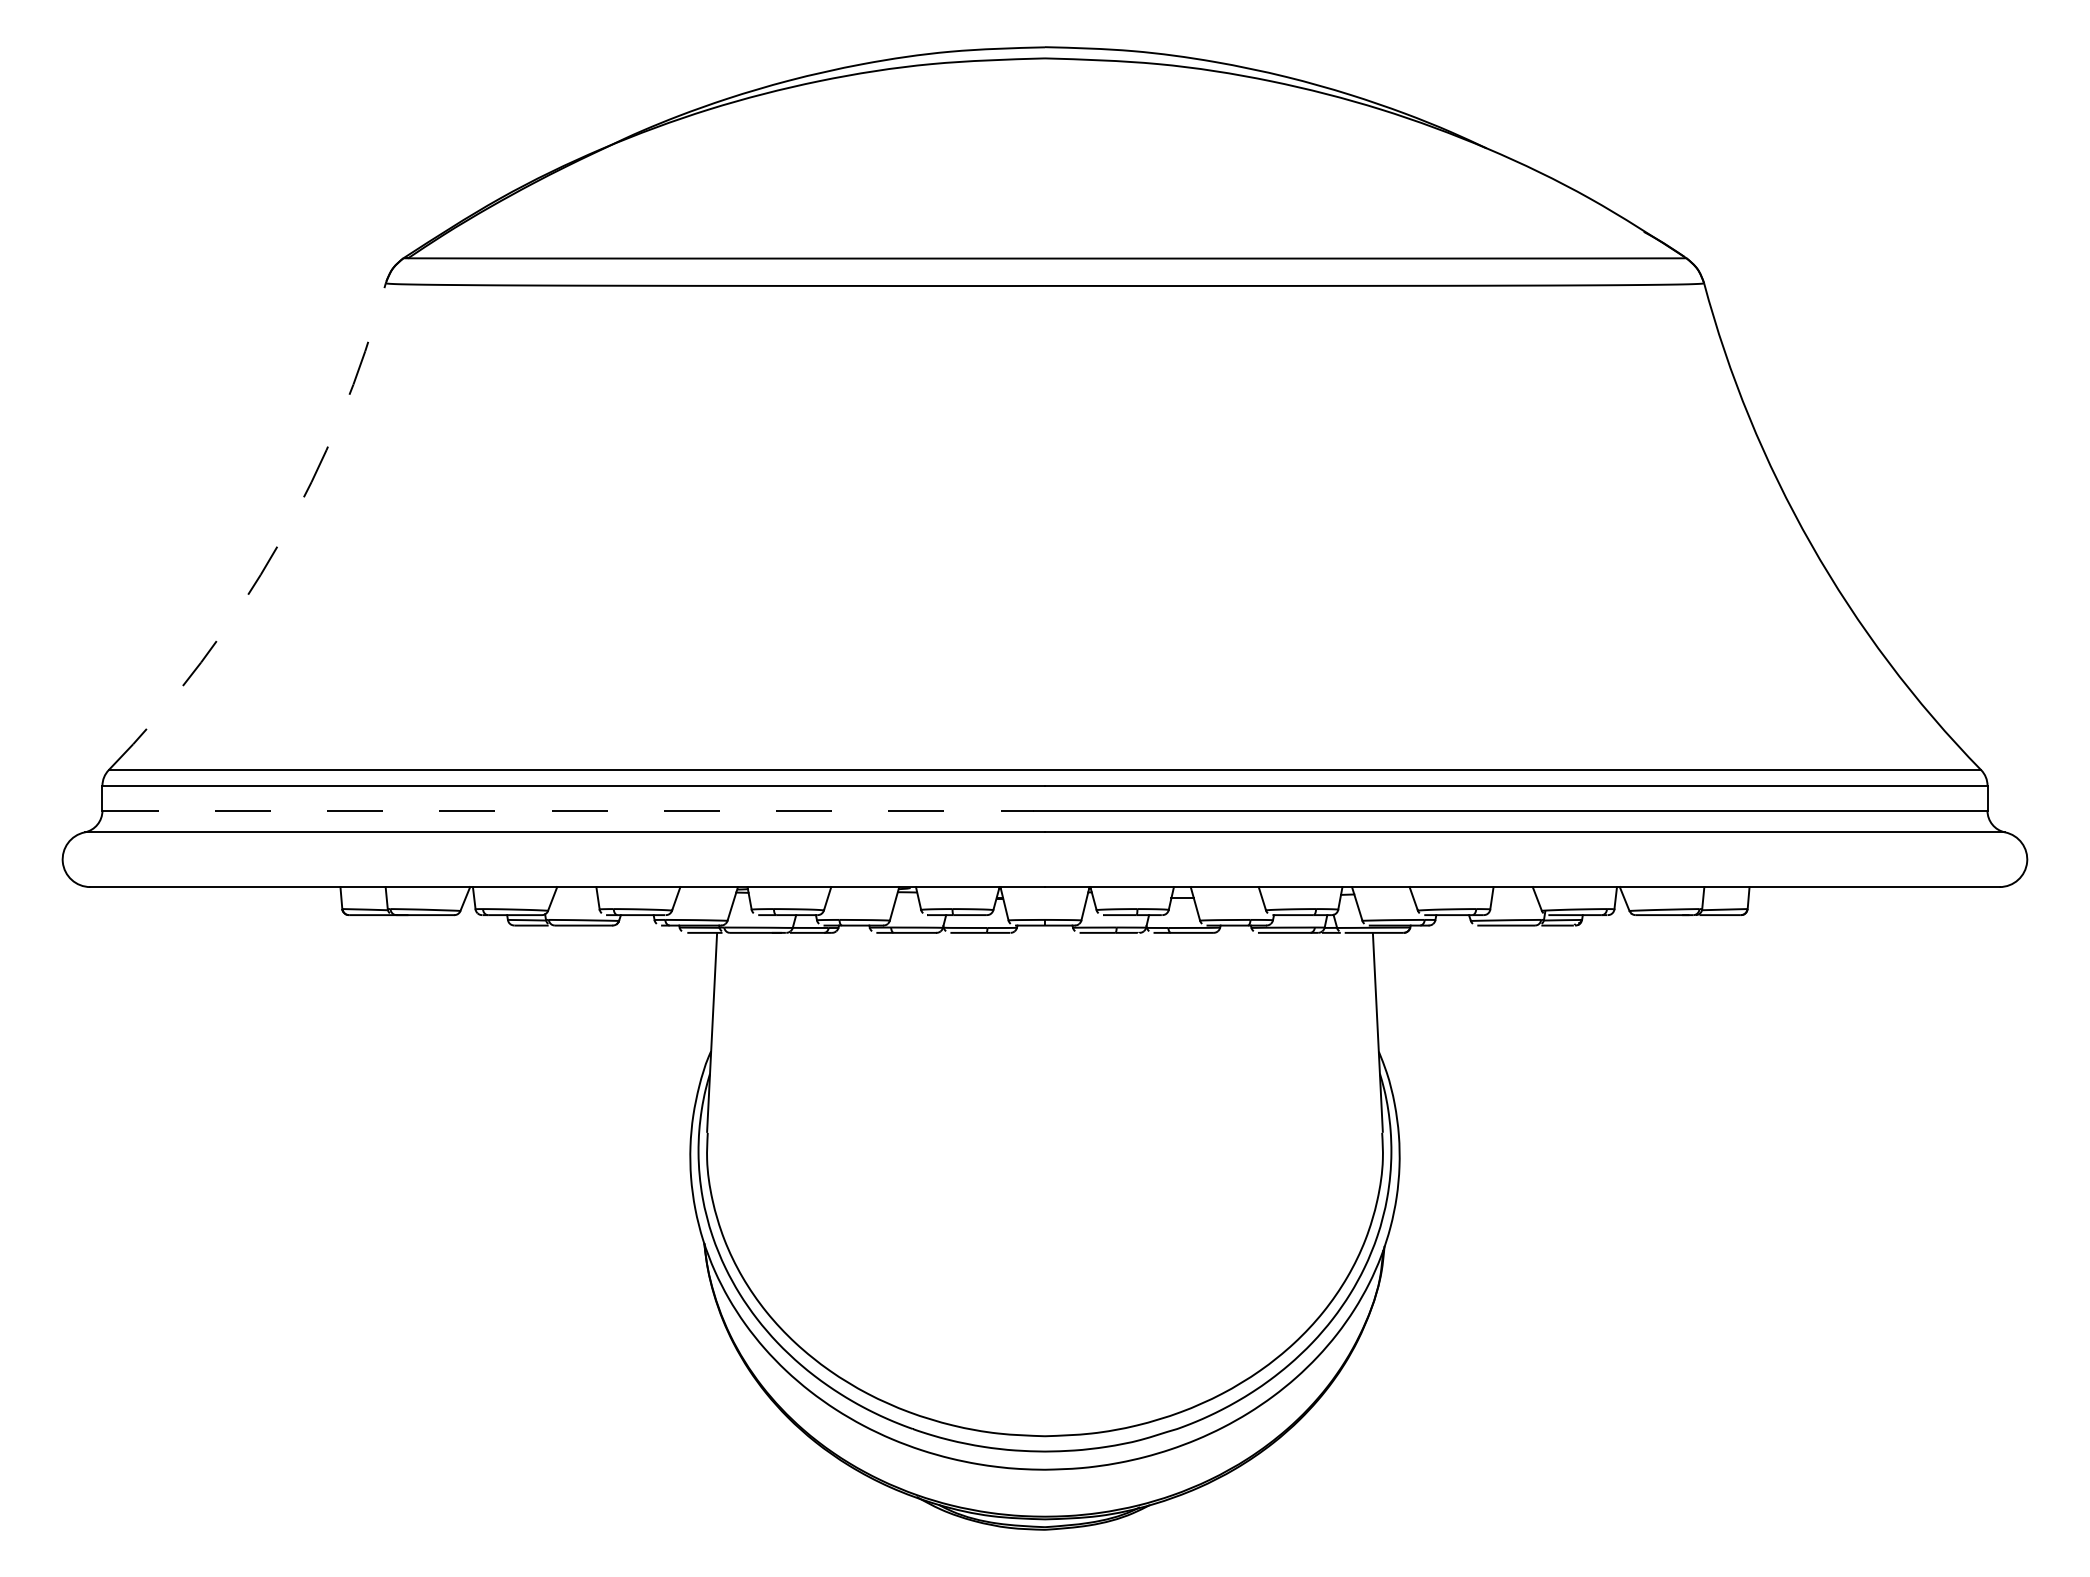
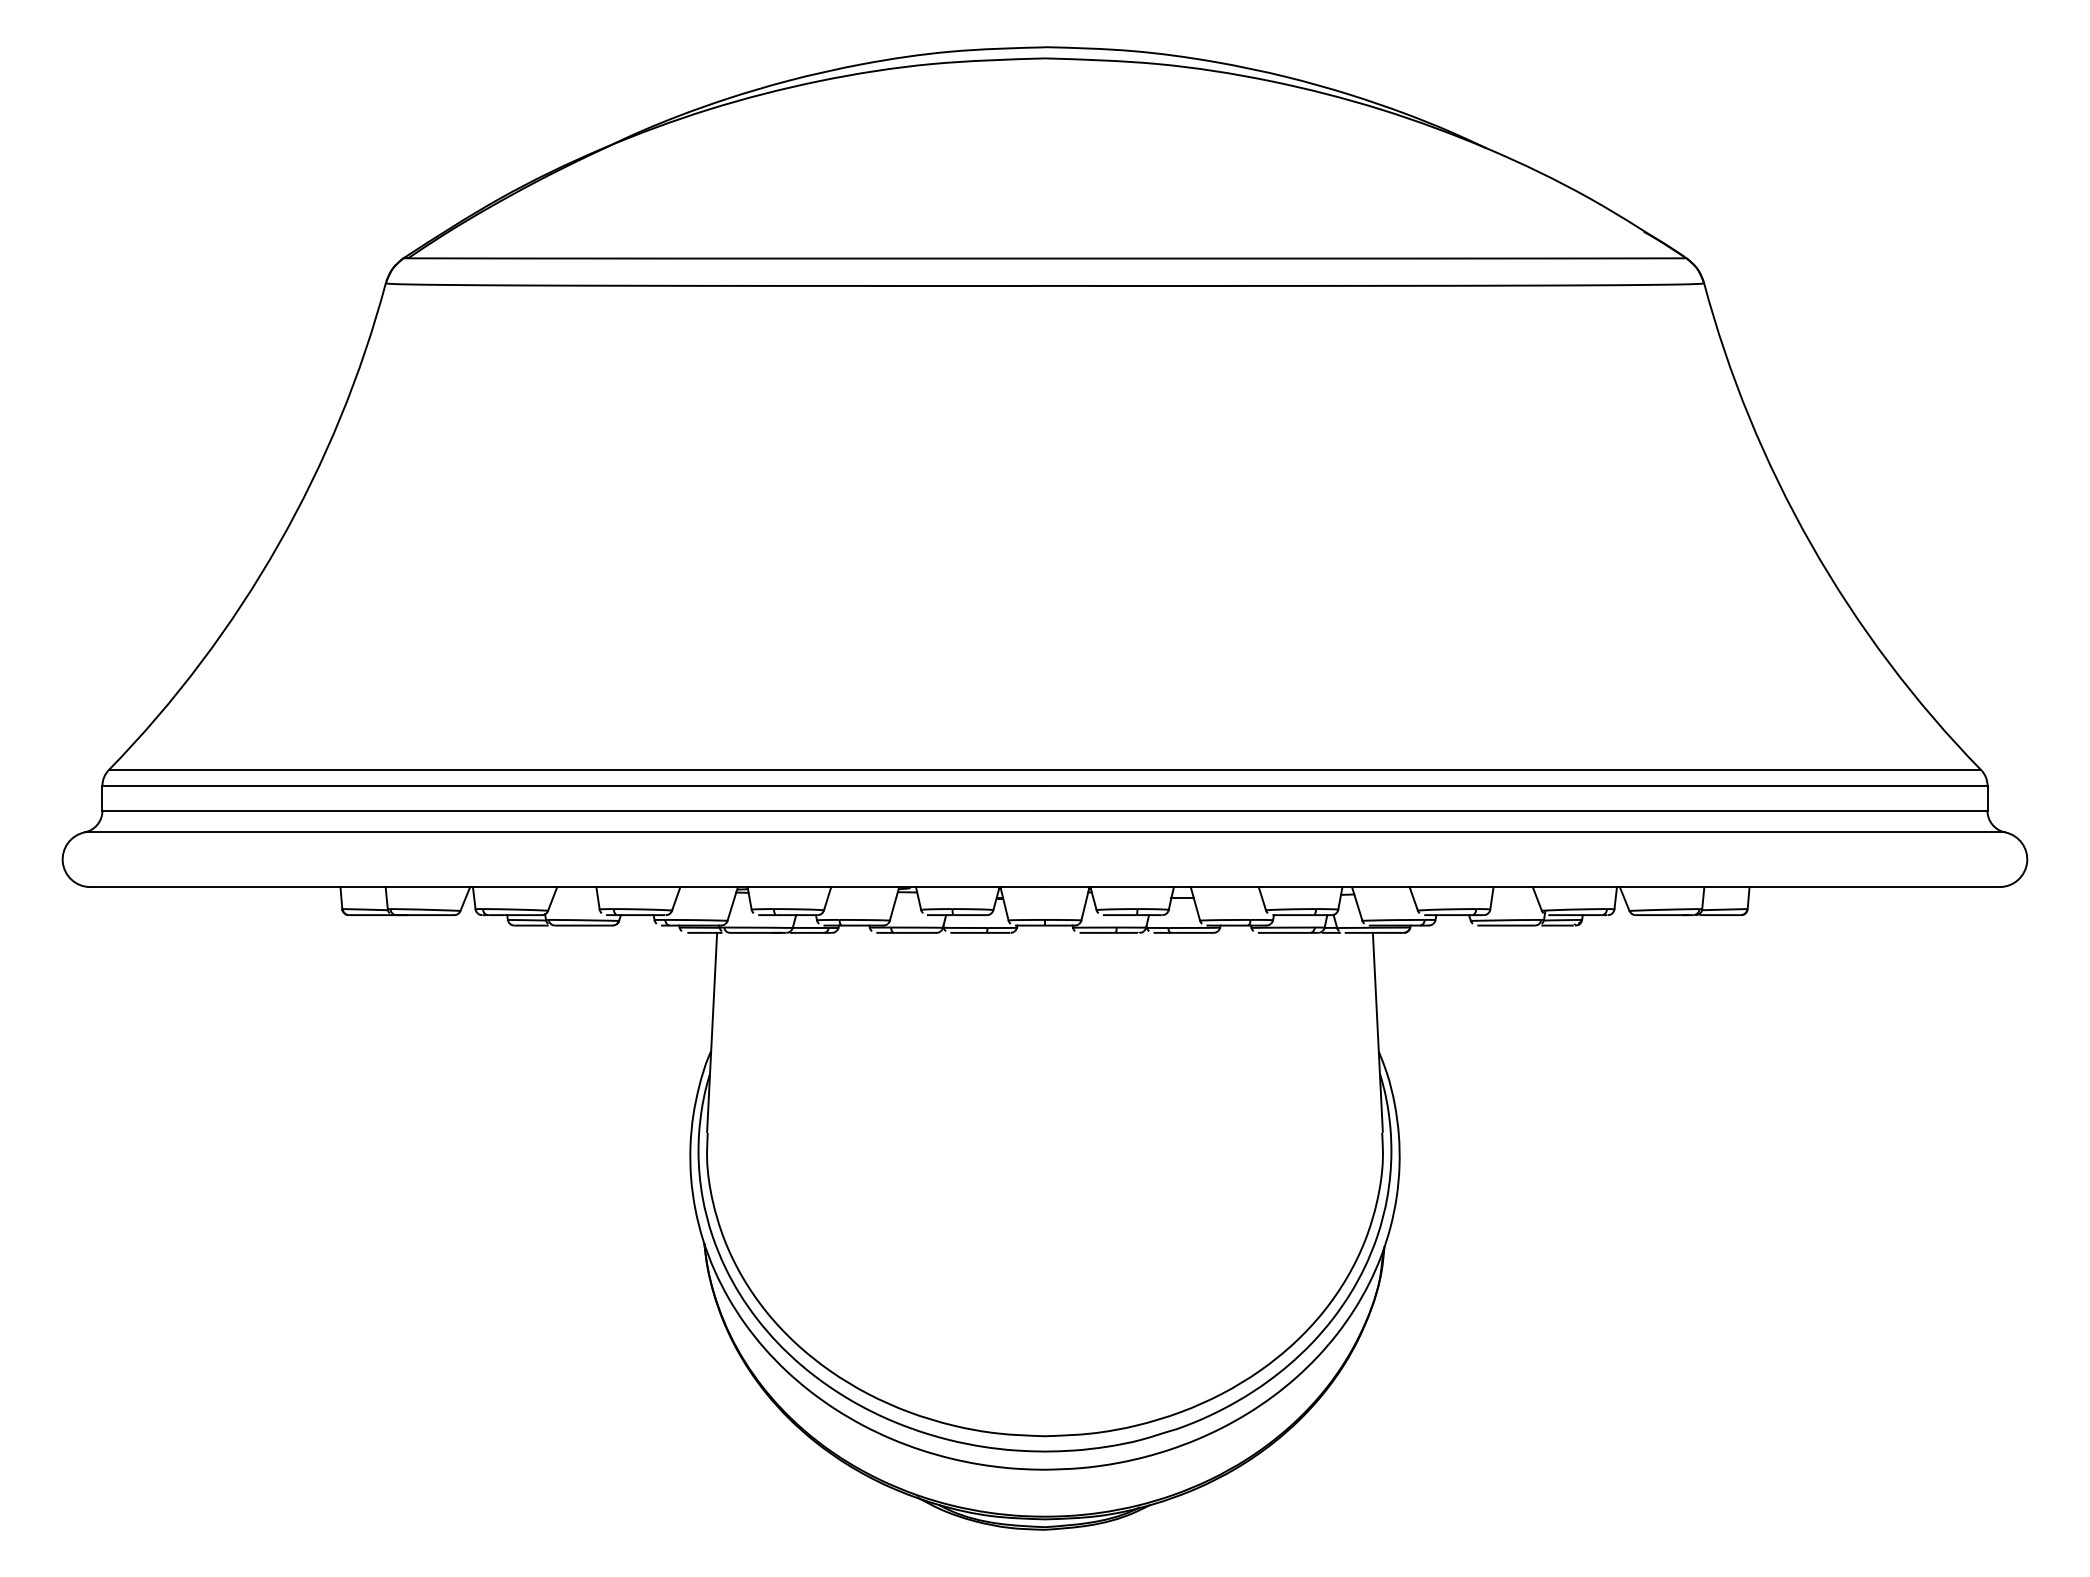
arc at (278, 544): dashed -> solid
line at (568, 810): dashed -> solid
